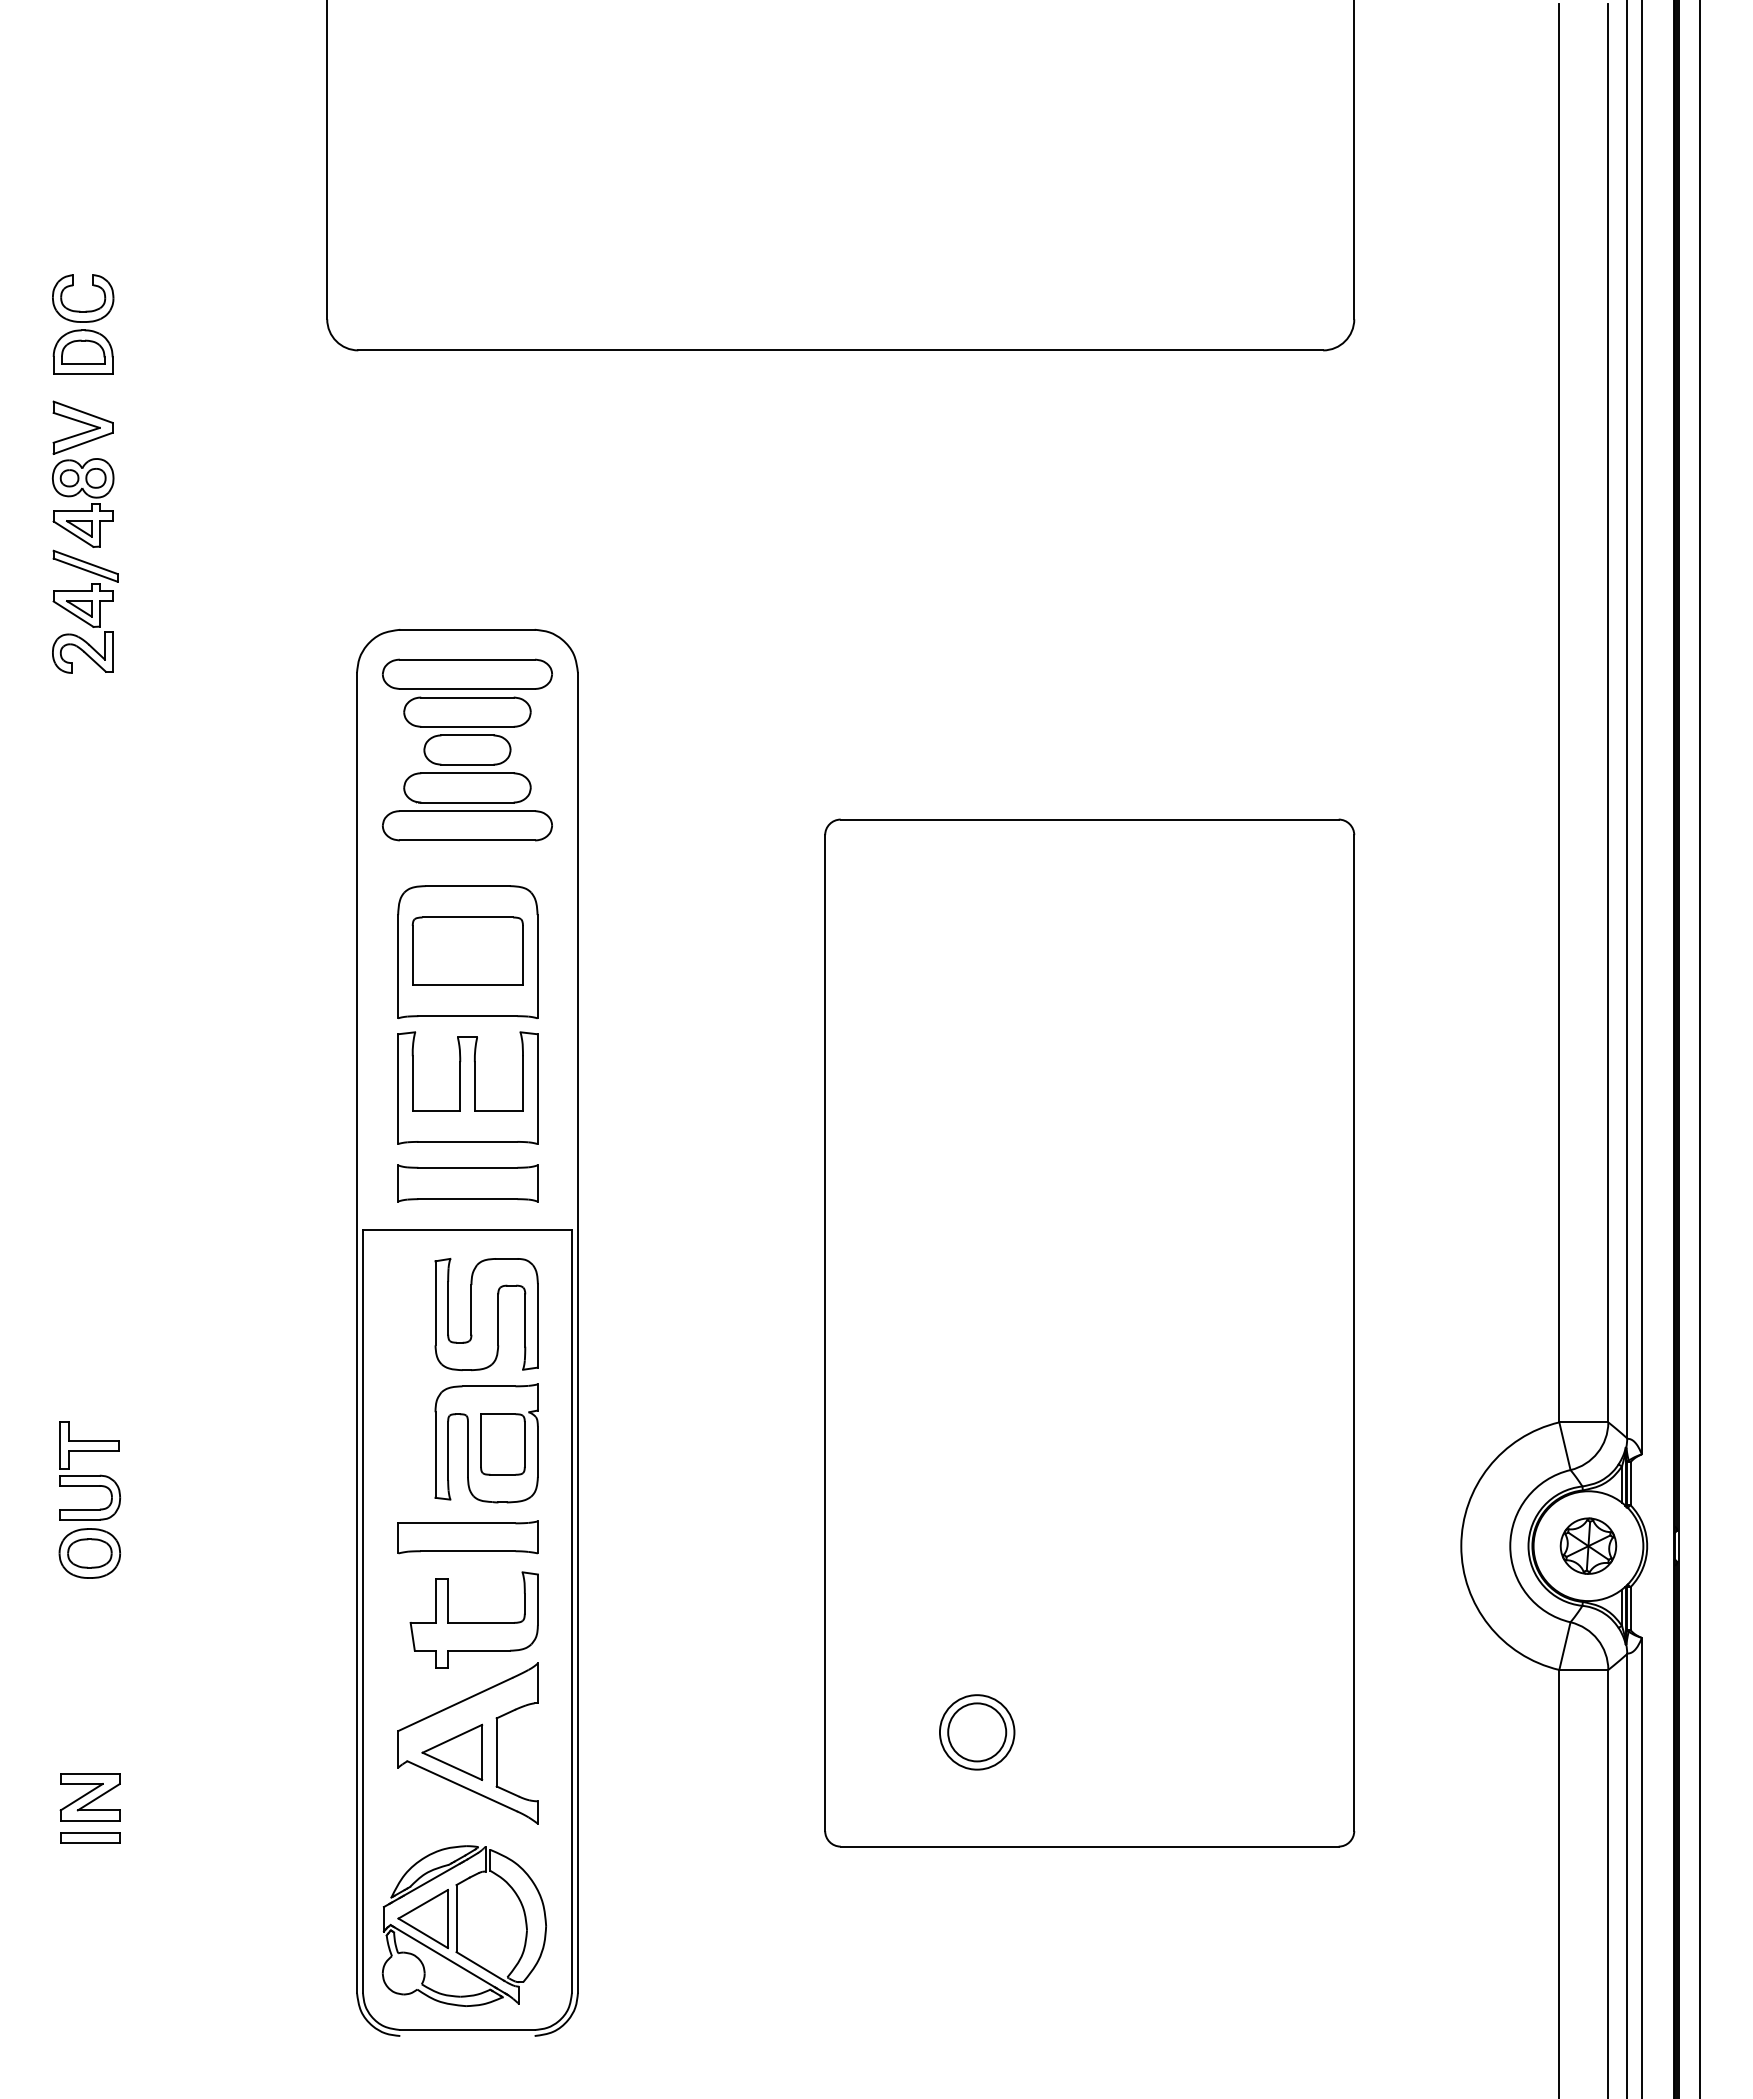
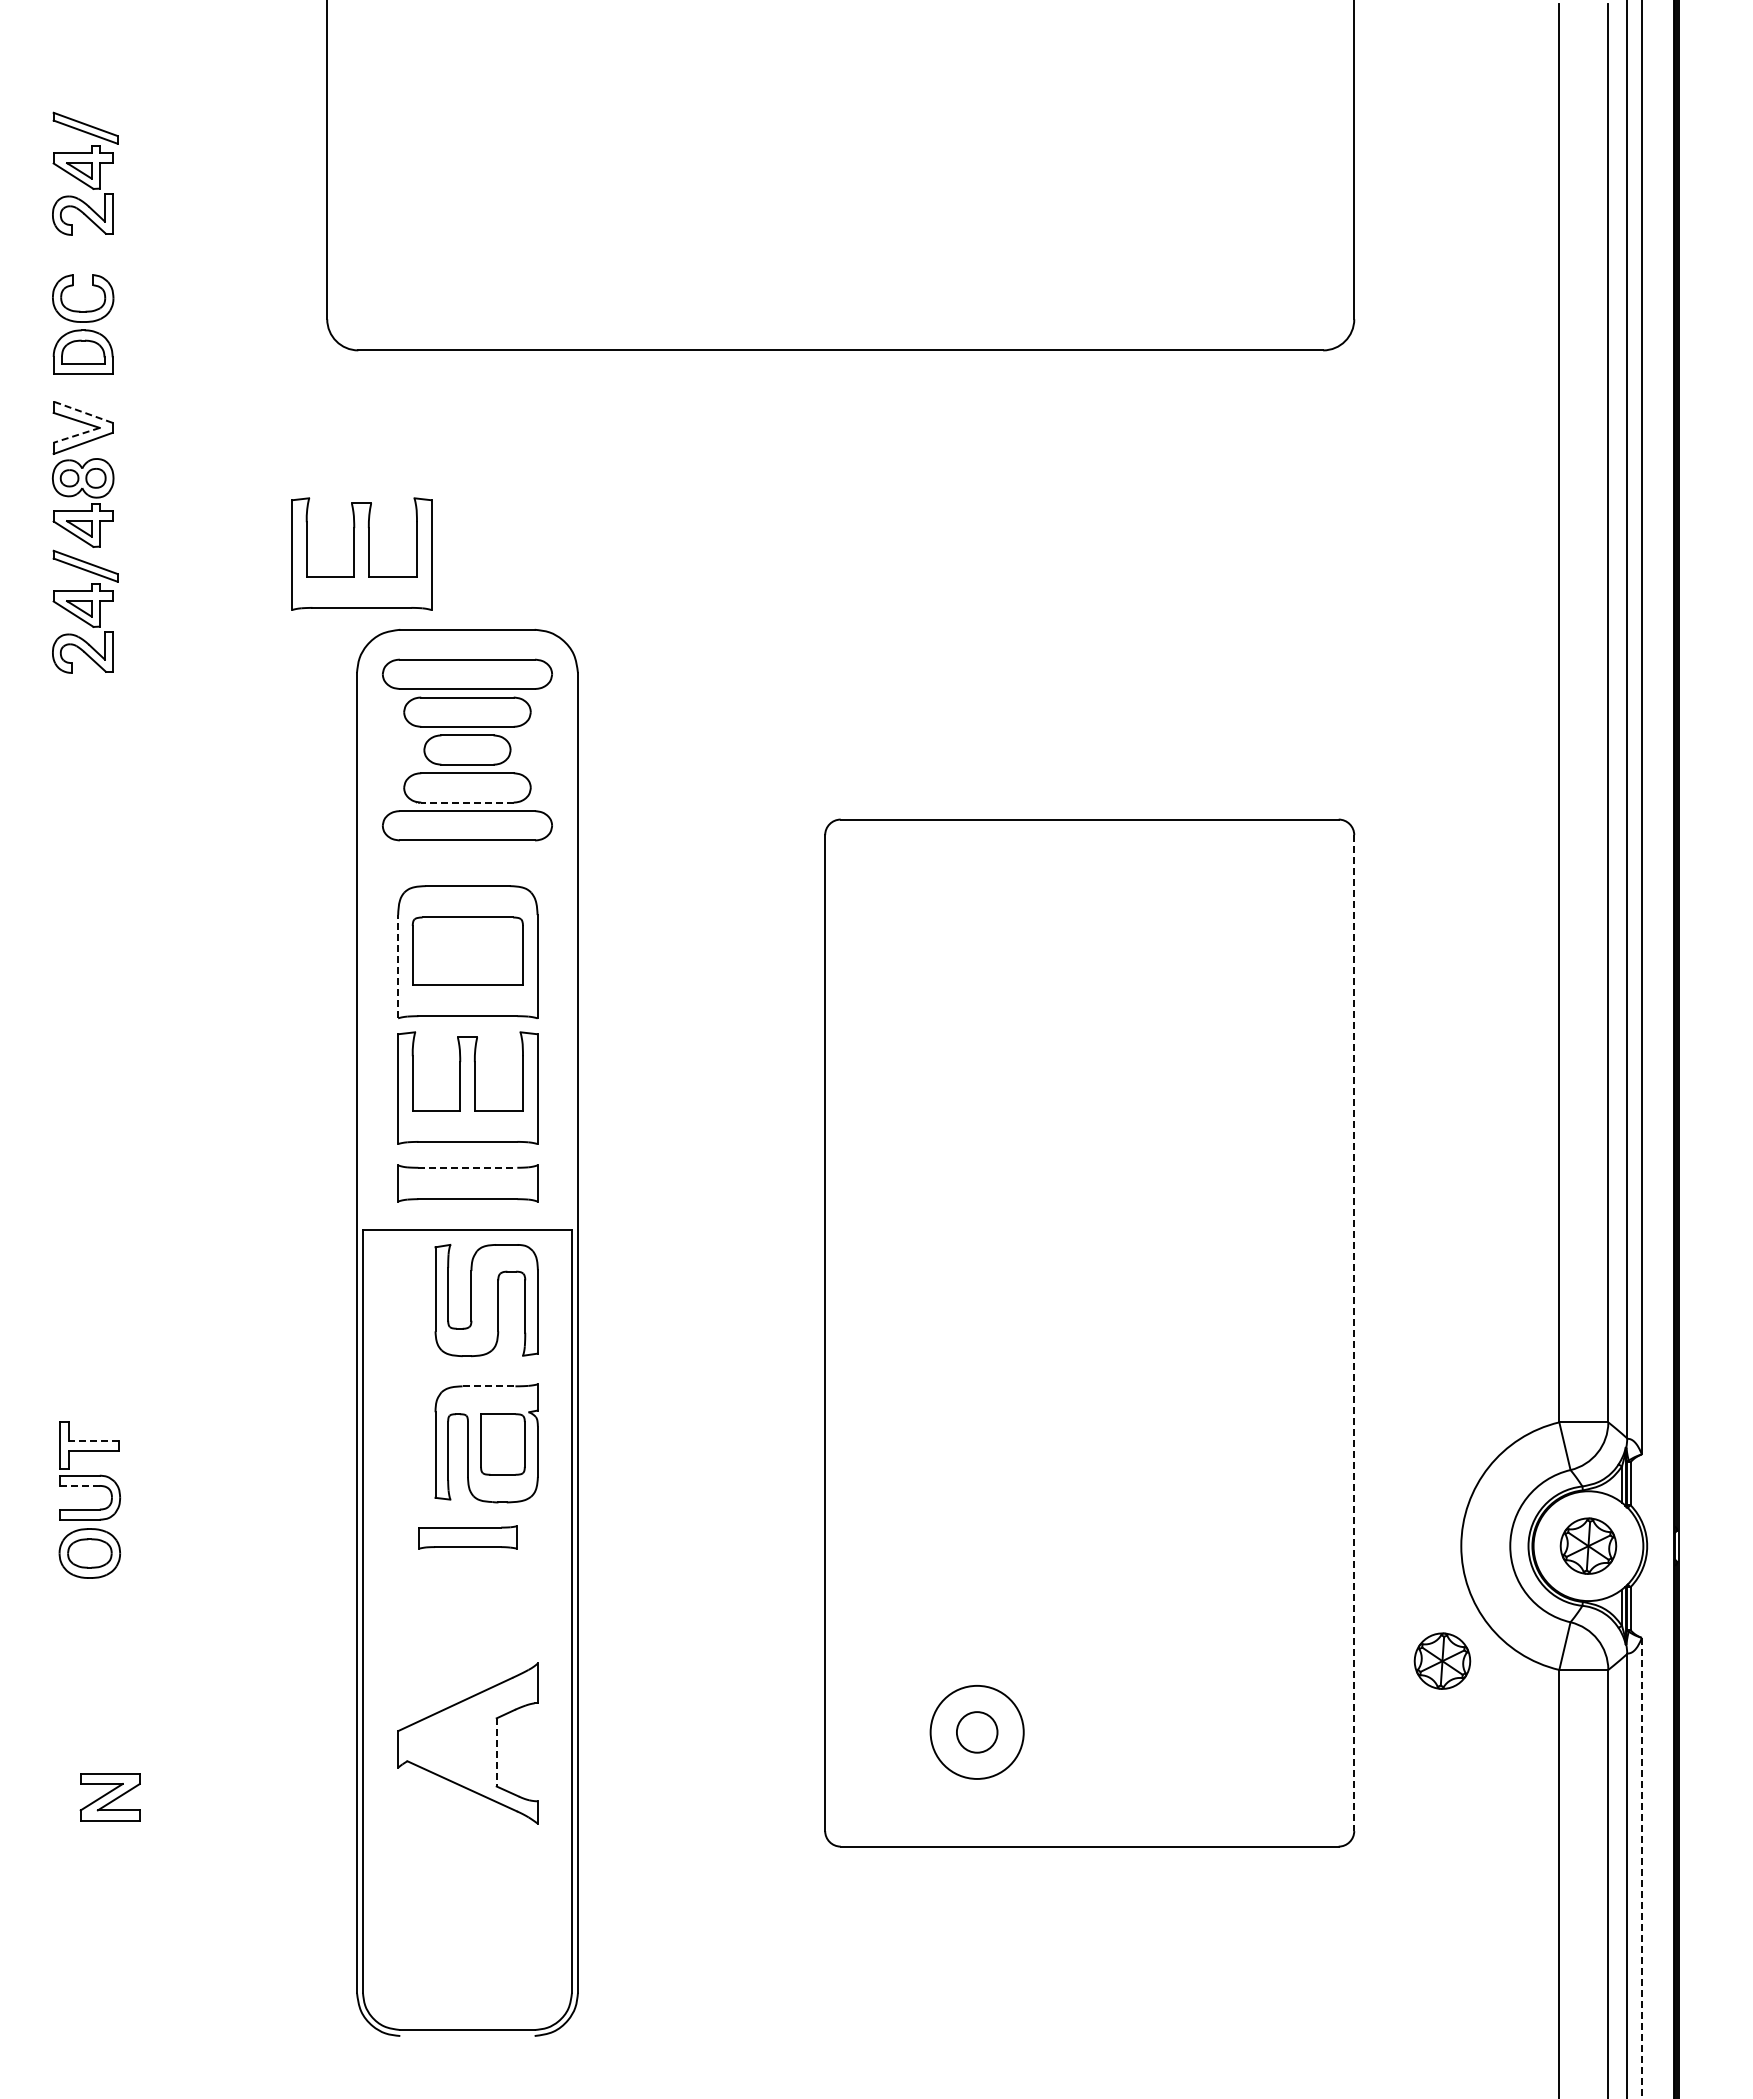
part at (85, 173): none -> present
line at (82, 412): solid -> dashed
line at (76, 435): solid -> dashed
part at (361, 553): none -> present
line at (466, 802): solid -> dashed
line at (398, 966): solid -> dashed
line at (1700, 1048): present -> none
line at (468, 1167): solid -> dashed
part at (486, 1314) position: (486, 1314) -> (486, 1300)
line at (1354, 1333): solid -> dashed
line at (489, 1386): solid -> dashed
line at (93, 1440): solid -> dashed
line at (79, 1485): solid -> dashed
part at (467, 1537) size: 142x35 px -> 100x25 px
part at (473, 1619): present -> none
part at (1442, 1660): none -> present
circle at (976, 1732) diameter: 74 px -> 93 px
circle at (977, 1732) diameter: 58 px -> 41 px
part at (452, 1751): present -> none
line at (496, 1752): solid -> dashed
part at (89, 1797) position: (89, 1797) -> (109, 1797)
part at (90, 1837): present -> none
line at (1641, 1868): solid -> dashed
part at (463, 1925): present -> none
